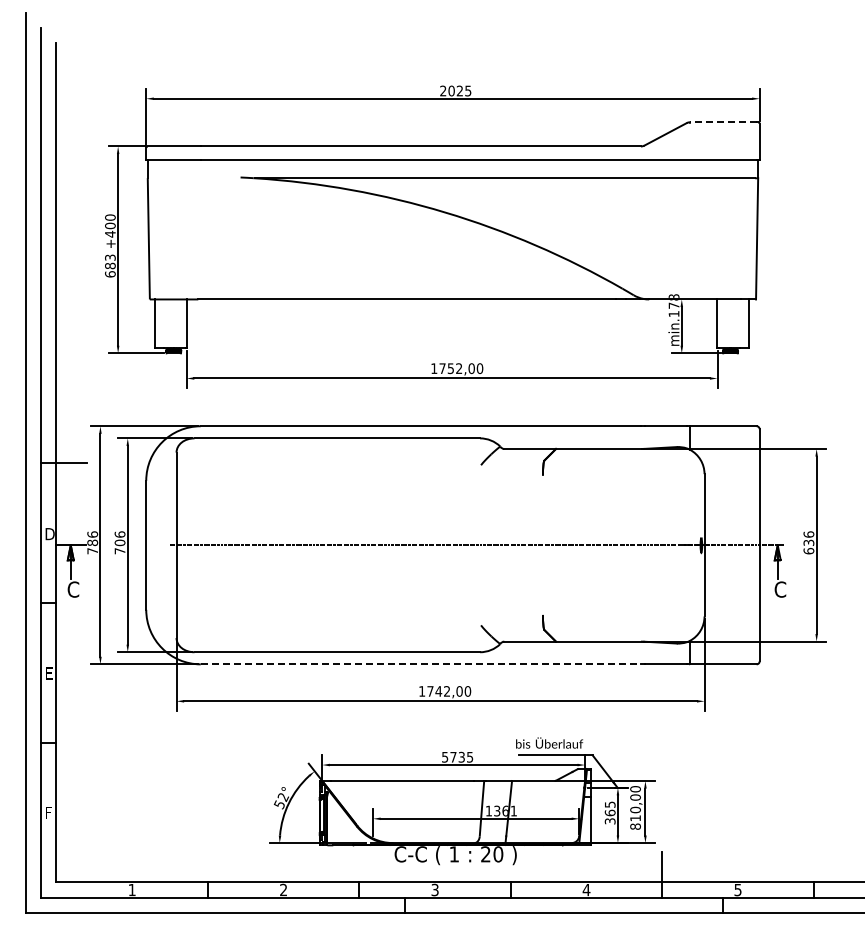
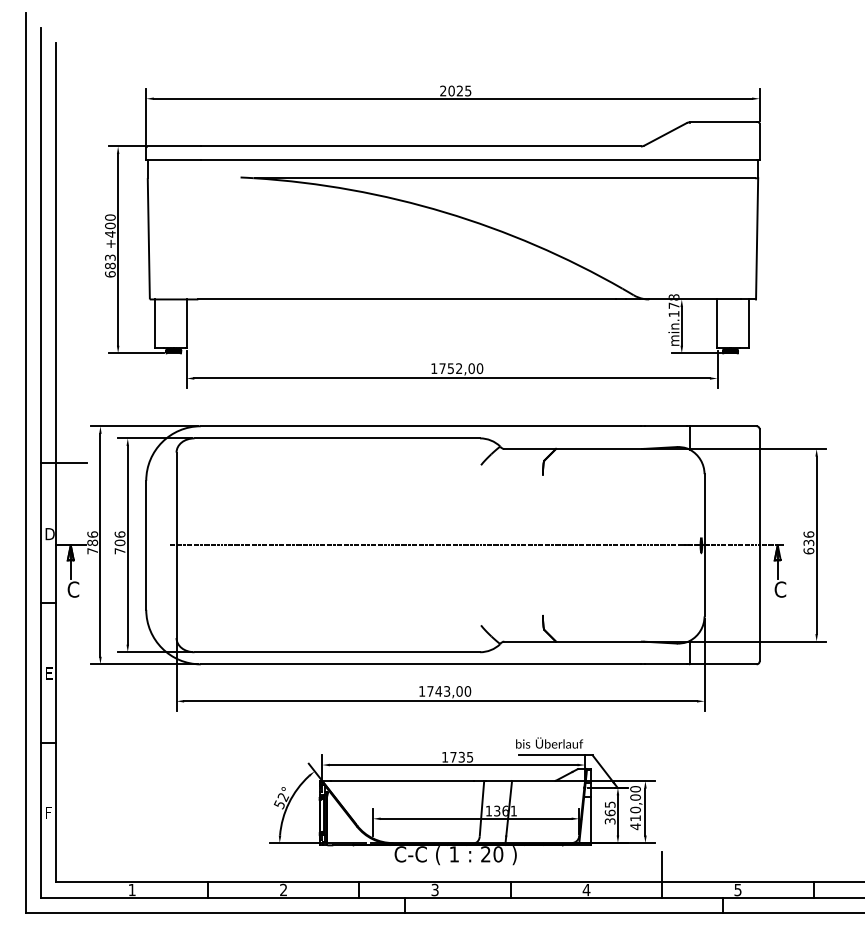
line at (722, 122): dashed -> solid
line at (421, 664): dashed -> solid
text at (447, 691): 1742,00 -> 1743,00
text at (445, 757): 5735 -> 1735
text at (635, 826): 810,00 -> 410,00
